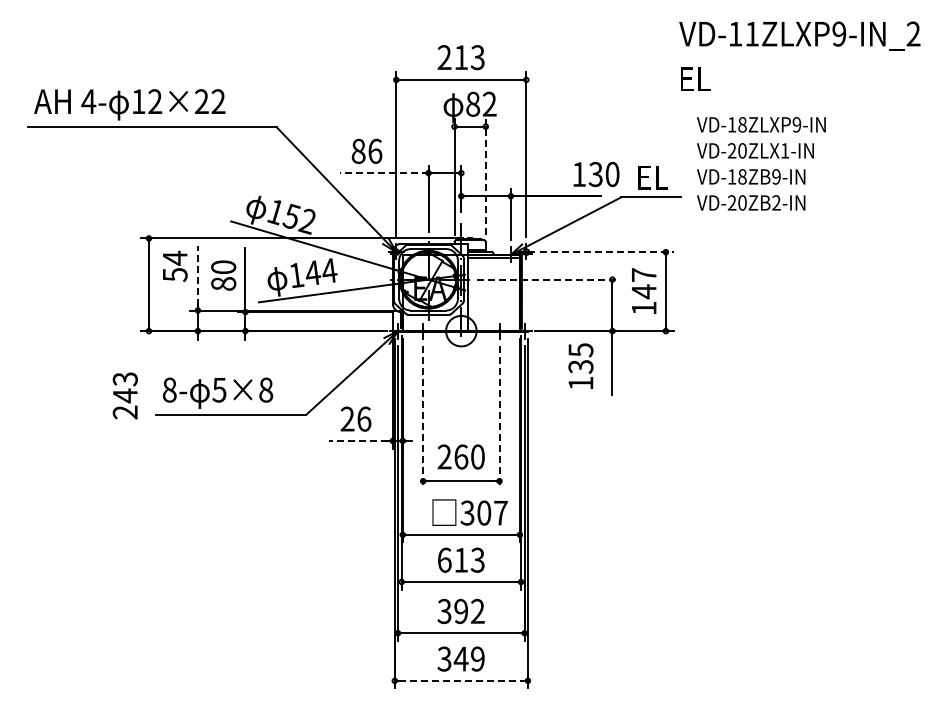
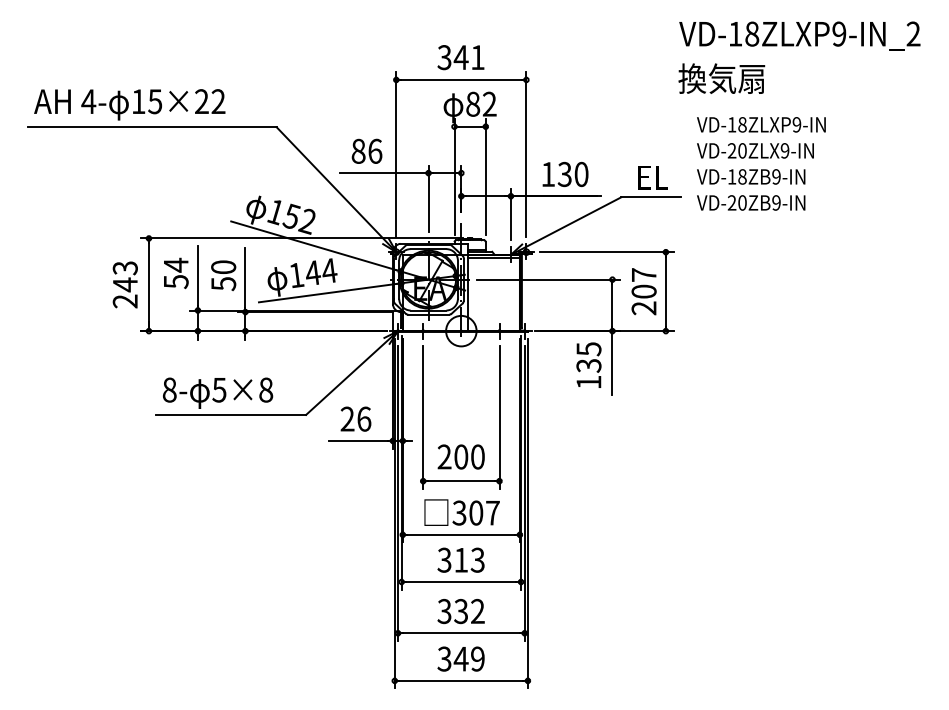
text at (752, 33): VD-11ZLXP9-IN_2 -> VD-18ZLXP9-IN_2
text at (460, 57): 213 -> 341
text at (721, 78): EL -> 換気扇
text at (155, 101): 12×22 -> 15×22
text at (784, 150): VD-20ZLX1-IN -> VD-20ZLX9-IN
line at (383, 173): dashed -> solid
text at (596, 174) position: (596, 174) -> (565, 174)
line at (485, 176): dashed -> solid
text at (776, 202): VD-20ZB2-IN -> VD-20ZB9-IN
line at (606, 252): dashed -> solid
text at (175, 266) position: (175, 266) -> (176, 273)
line at (197, 275): dashed -> solid
line at (549, 279): dashed -> solid
text at (223, 284): 80 -> 50
text at (643, 299): 147 -> 207
text at (580, 365) position: (580, 365) -> (588, 364)
text at (124, 395) position: (124, 395) -> (124, 284)
line at (423, 418): dashed -> solid
line at (499, 418): dashed -> solid
line at (358, 440): dashed -> solid
text at (461, 456): 260 -> 200
text at (469, 512) position: (469, 512) -> (461, 512)
text at (444, 559): 613 -> 313
text at (460, 611): 392 -> 332
line at (461, 680): dashed -> solid
